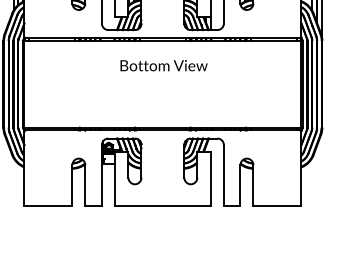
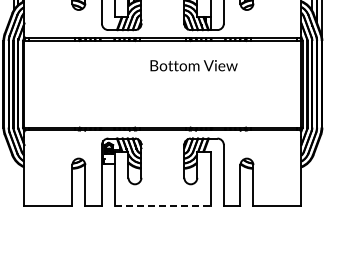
text at (163, 65) position: (163, 65) -> (193, 65)
line at (162, 205): solid -> dashed
